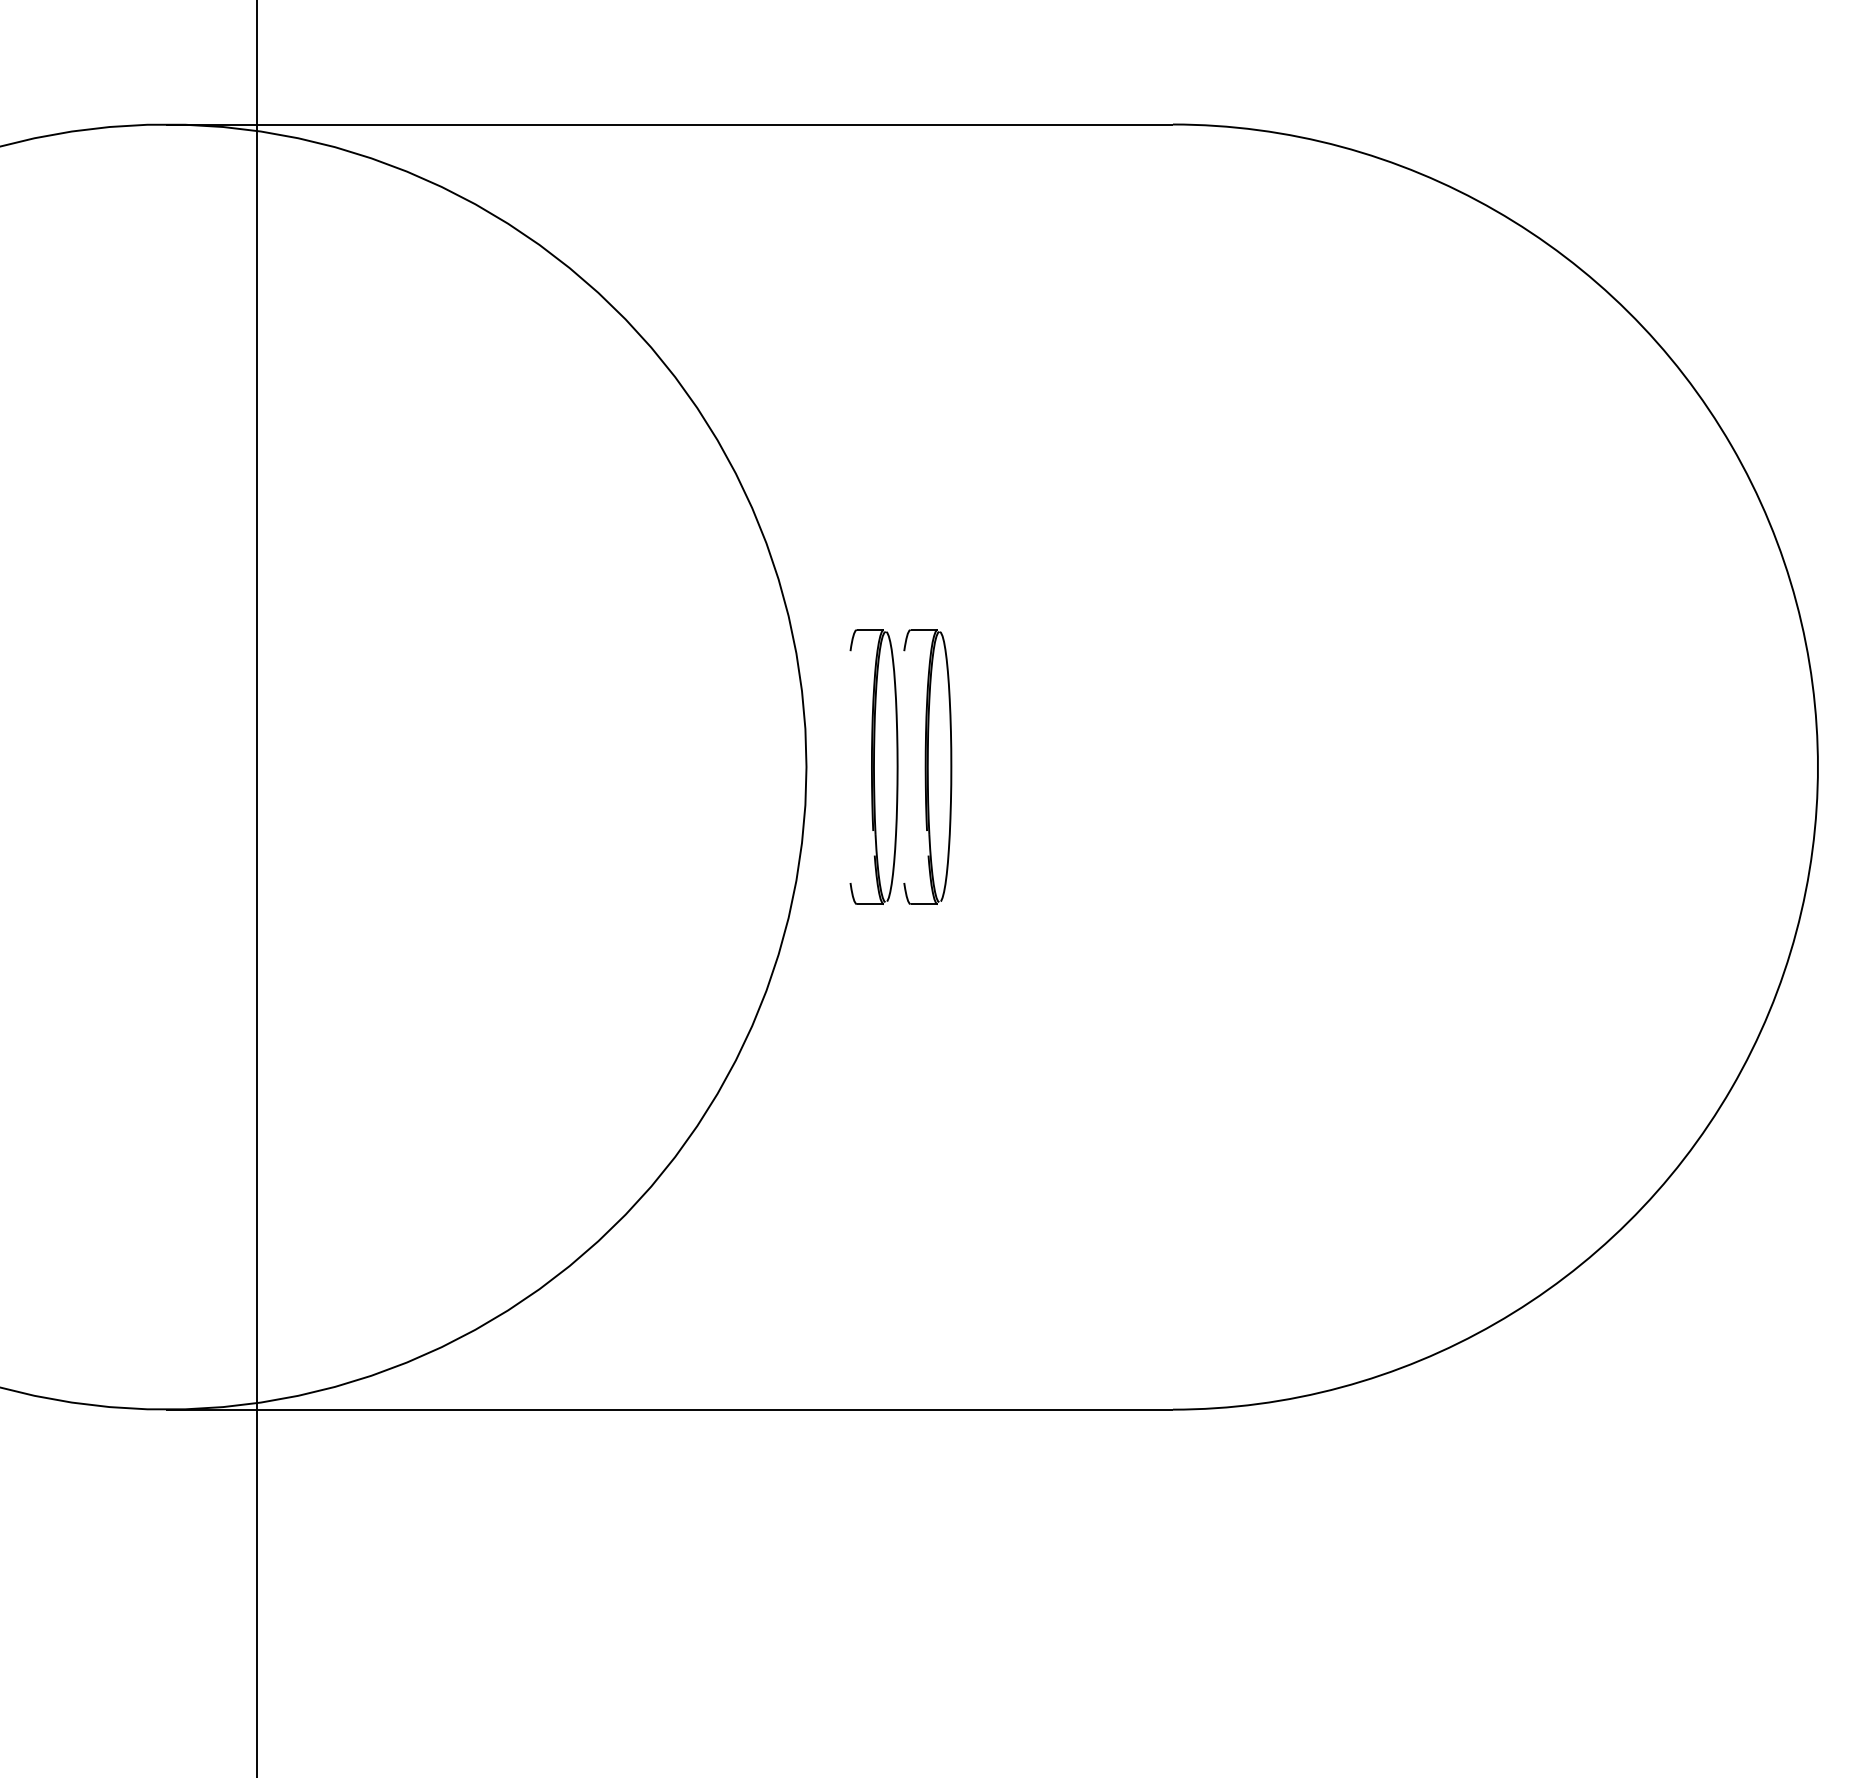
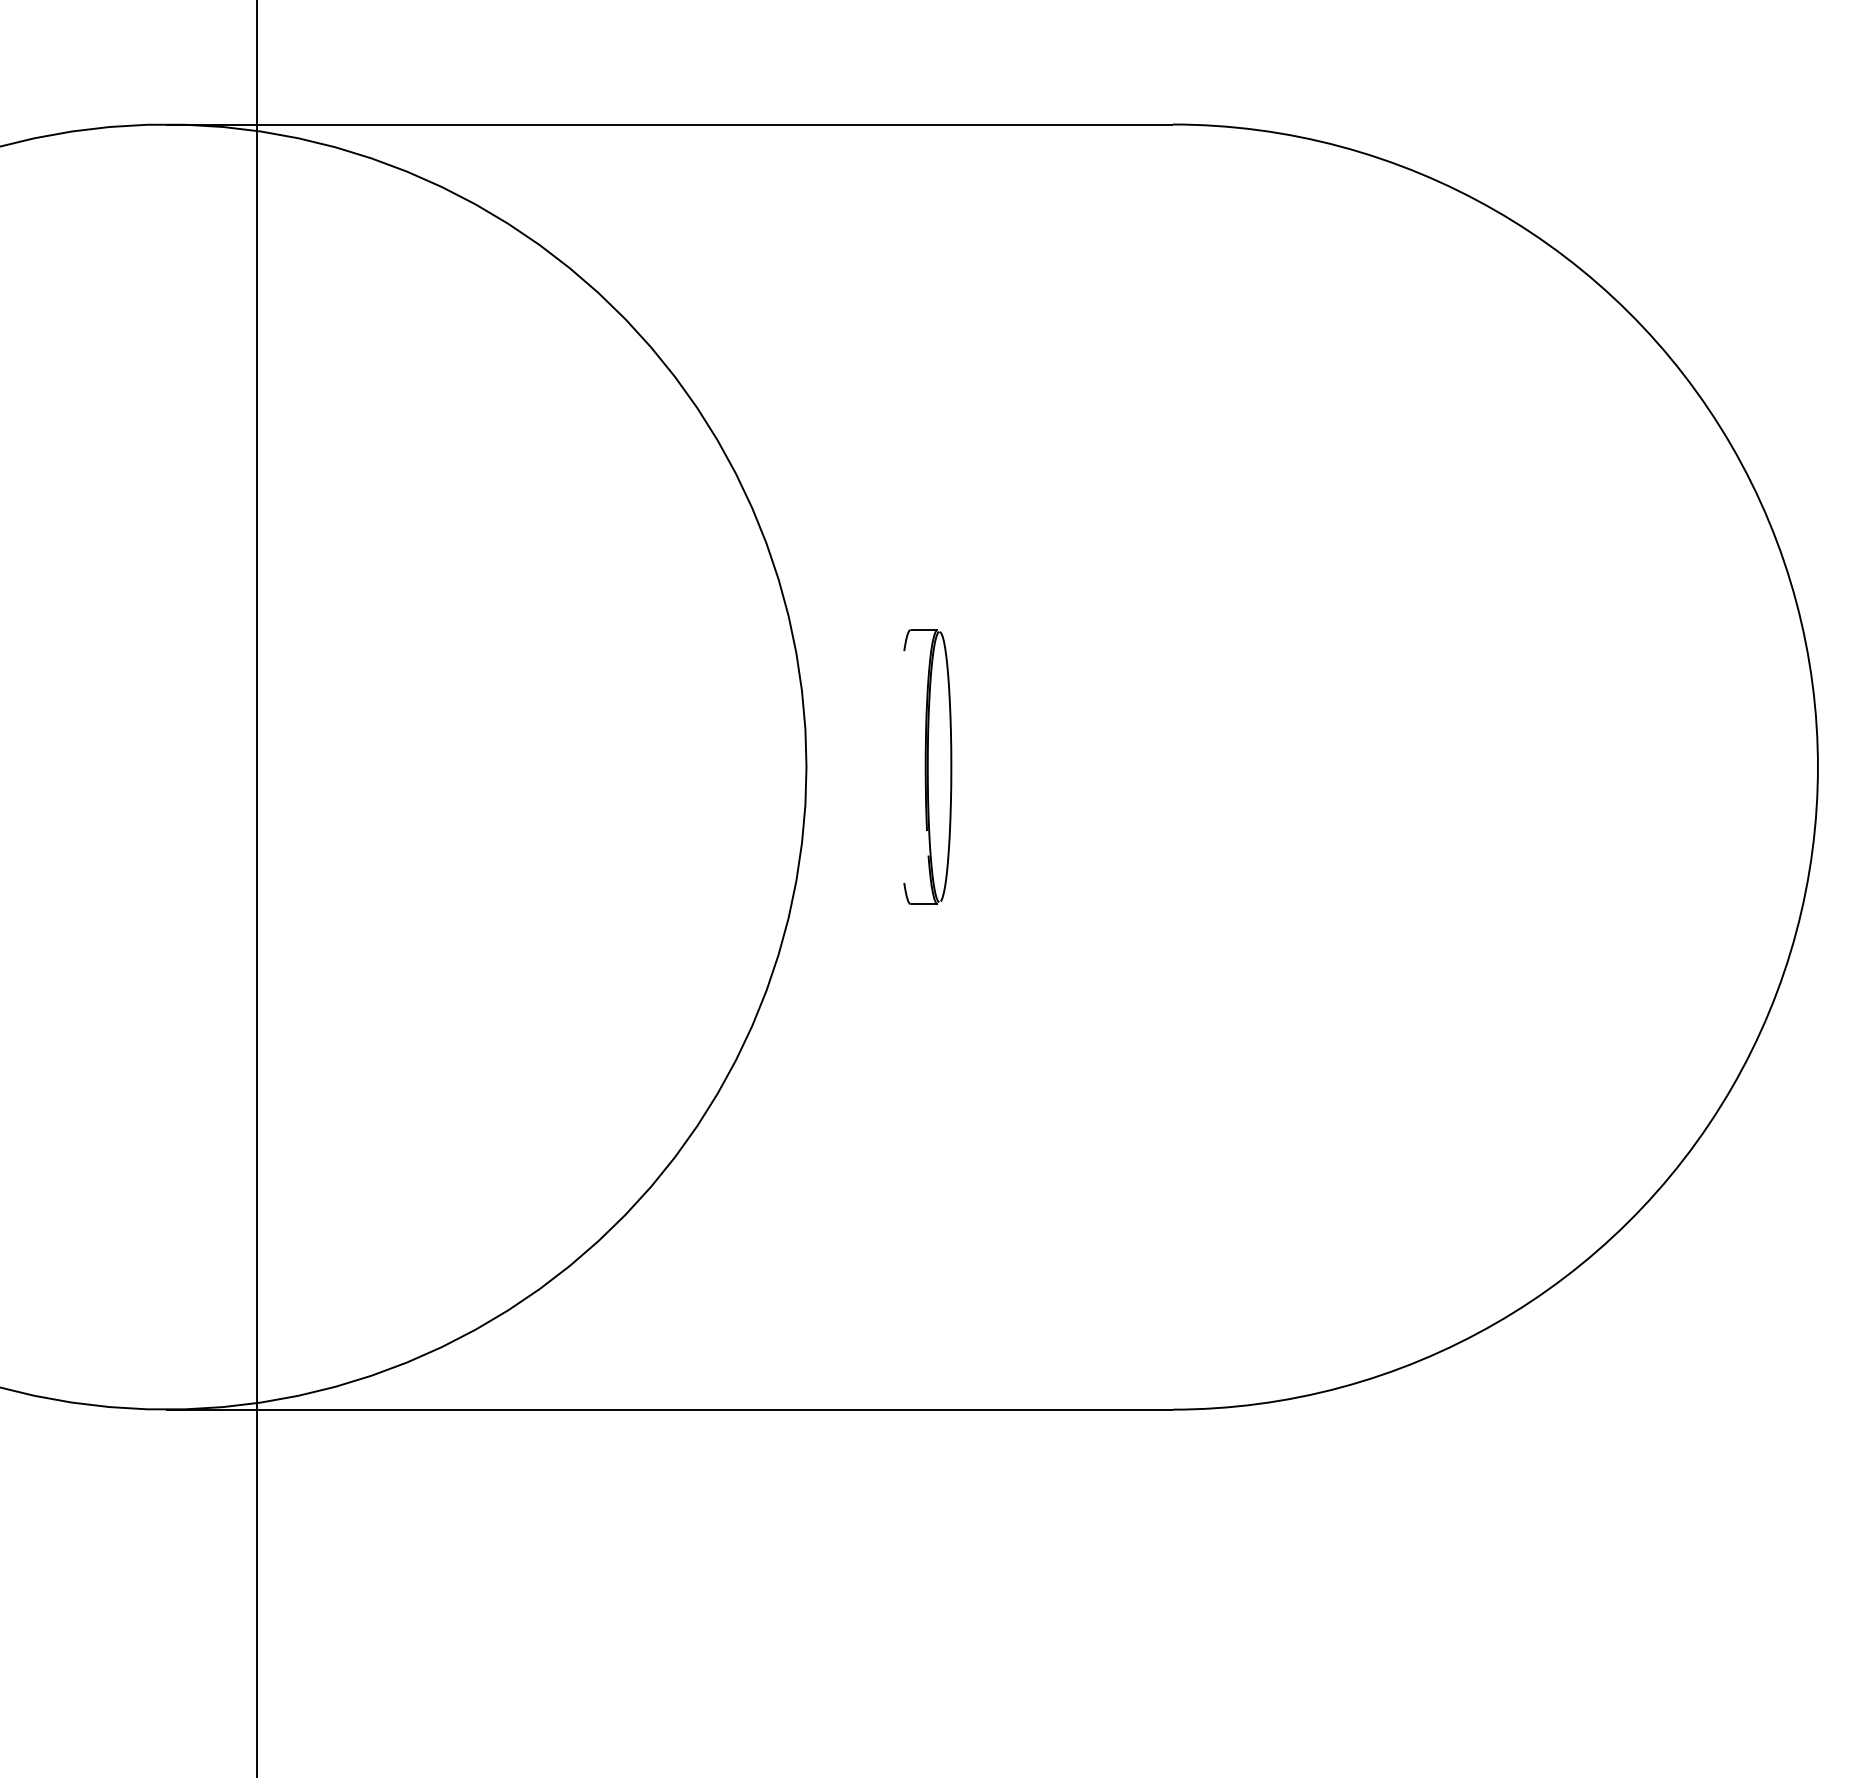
part at (873, 766): present -> none
